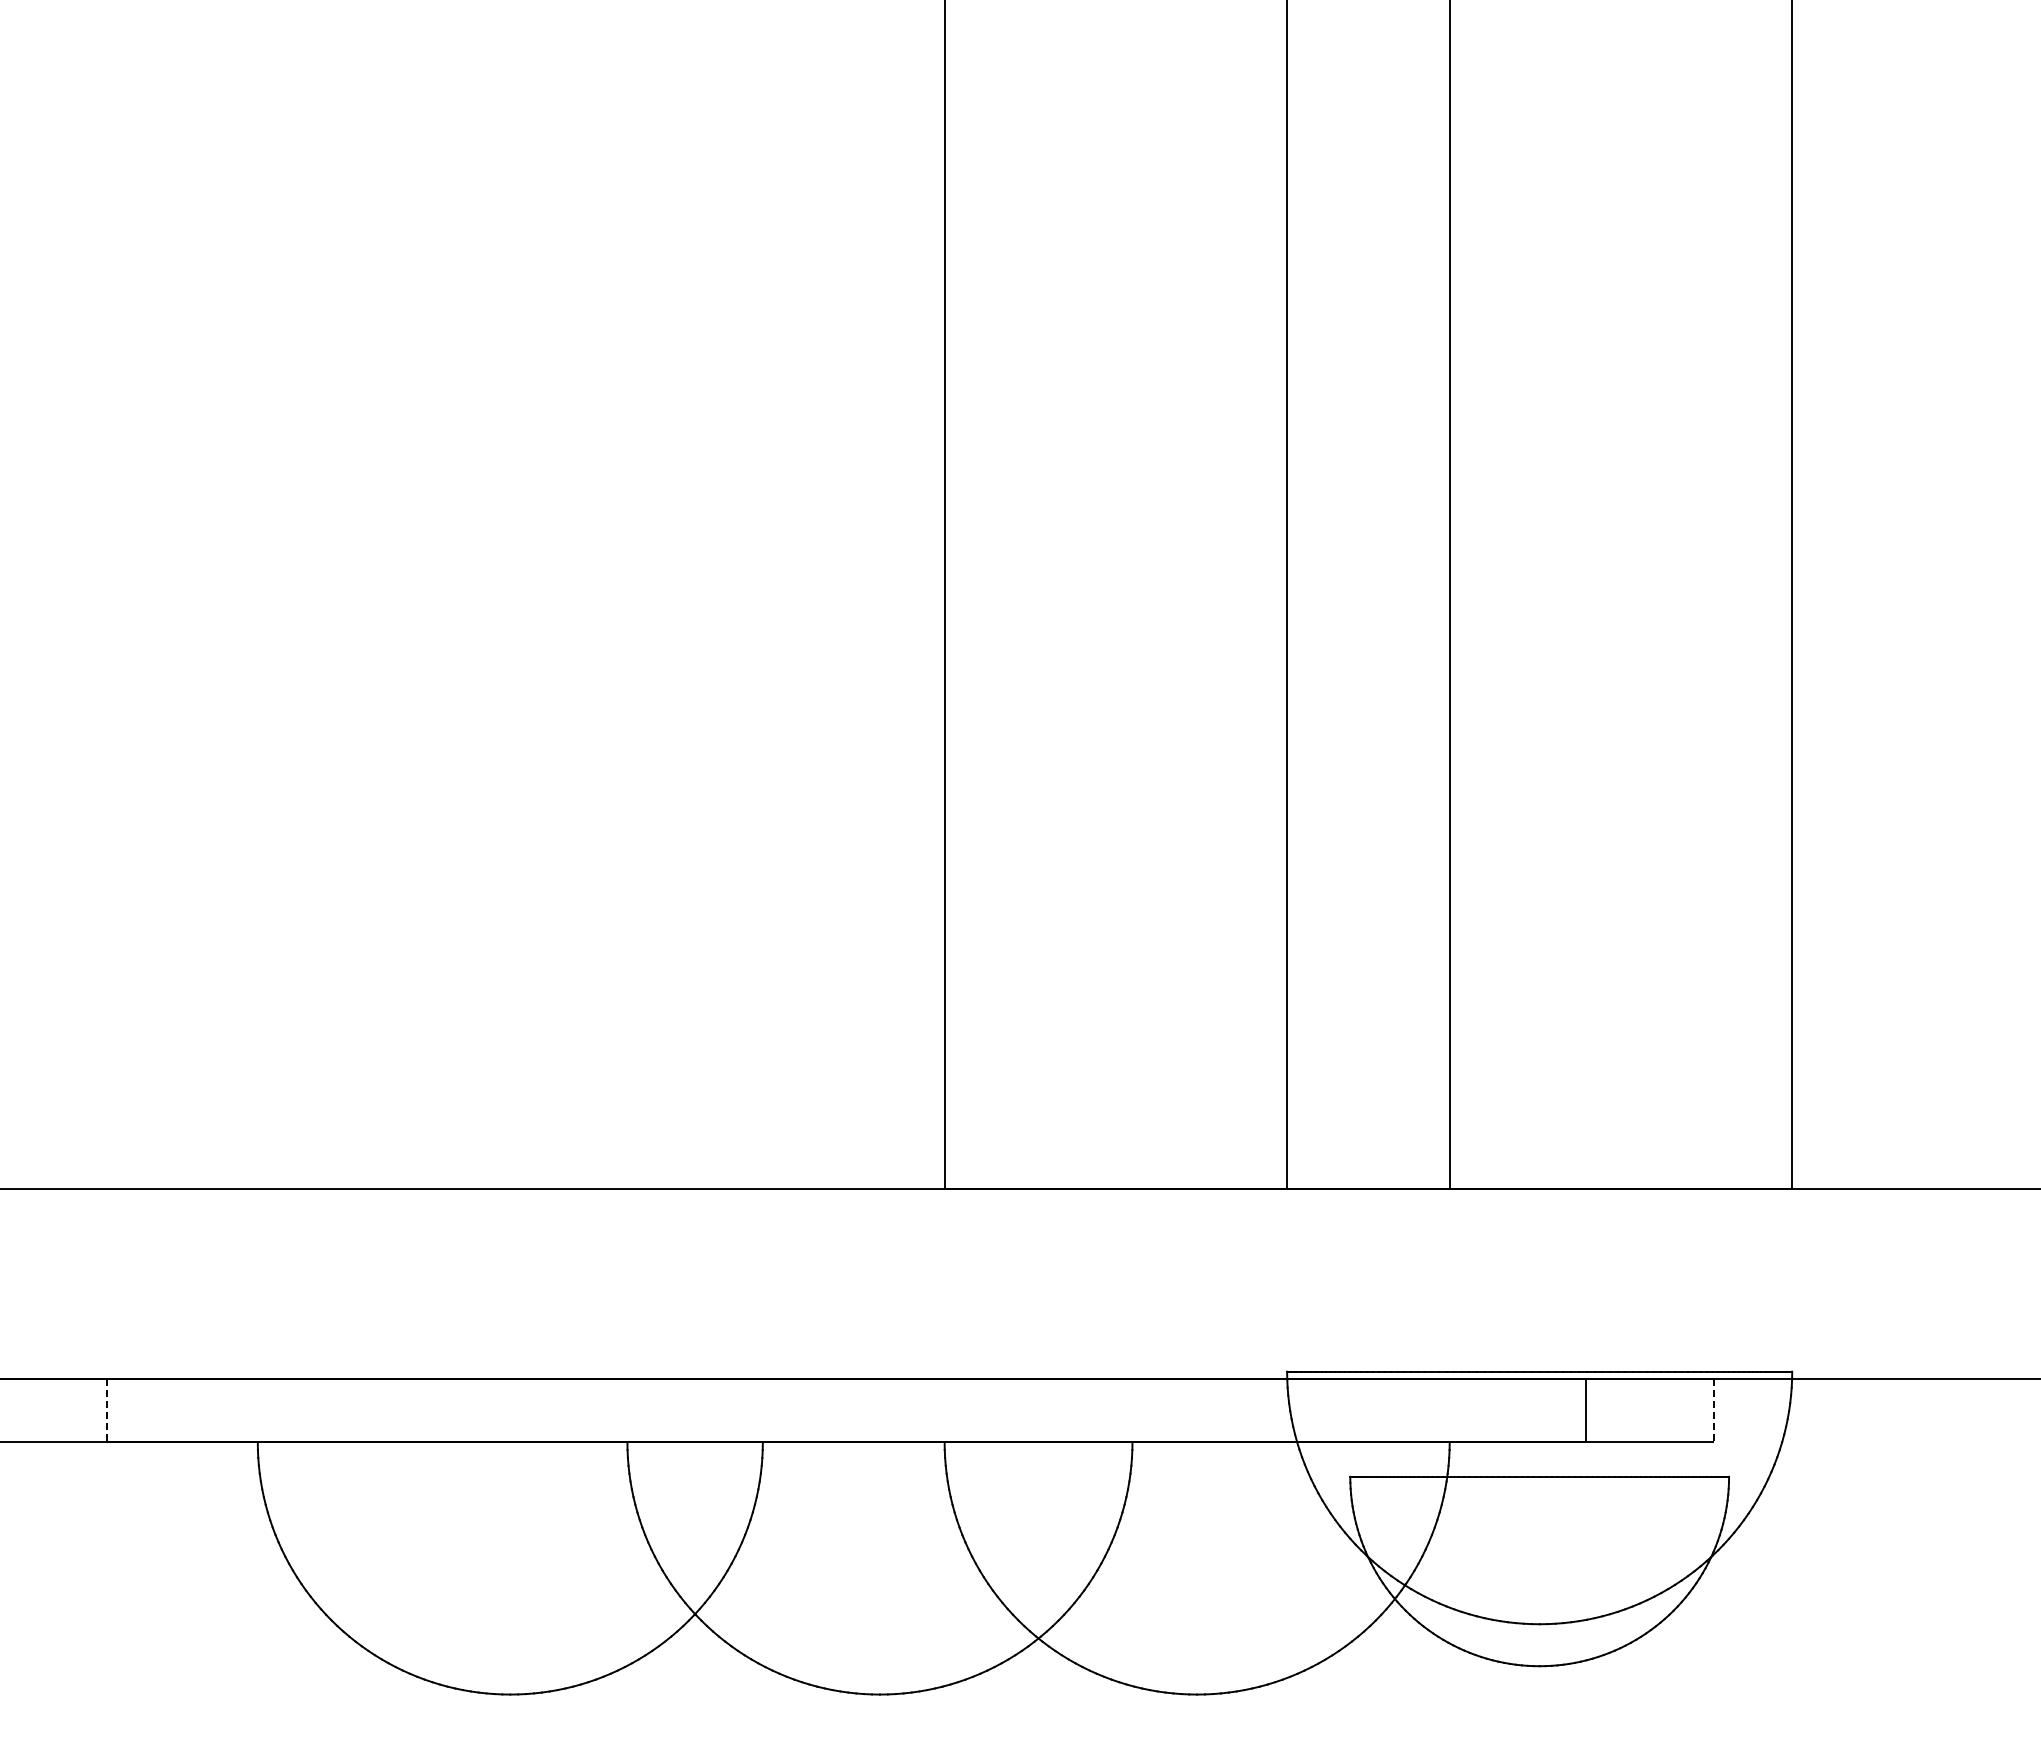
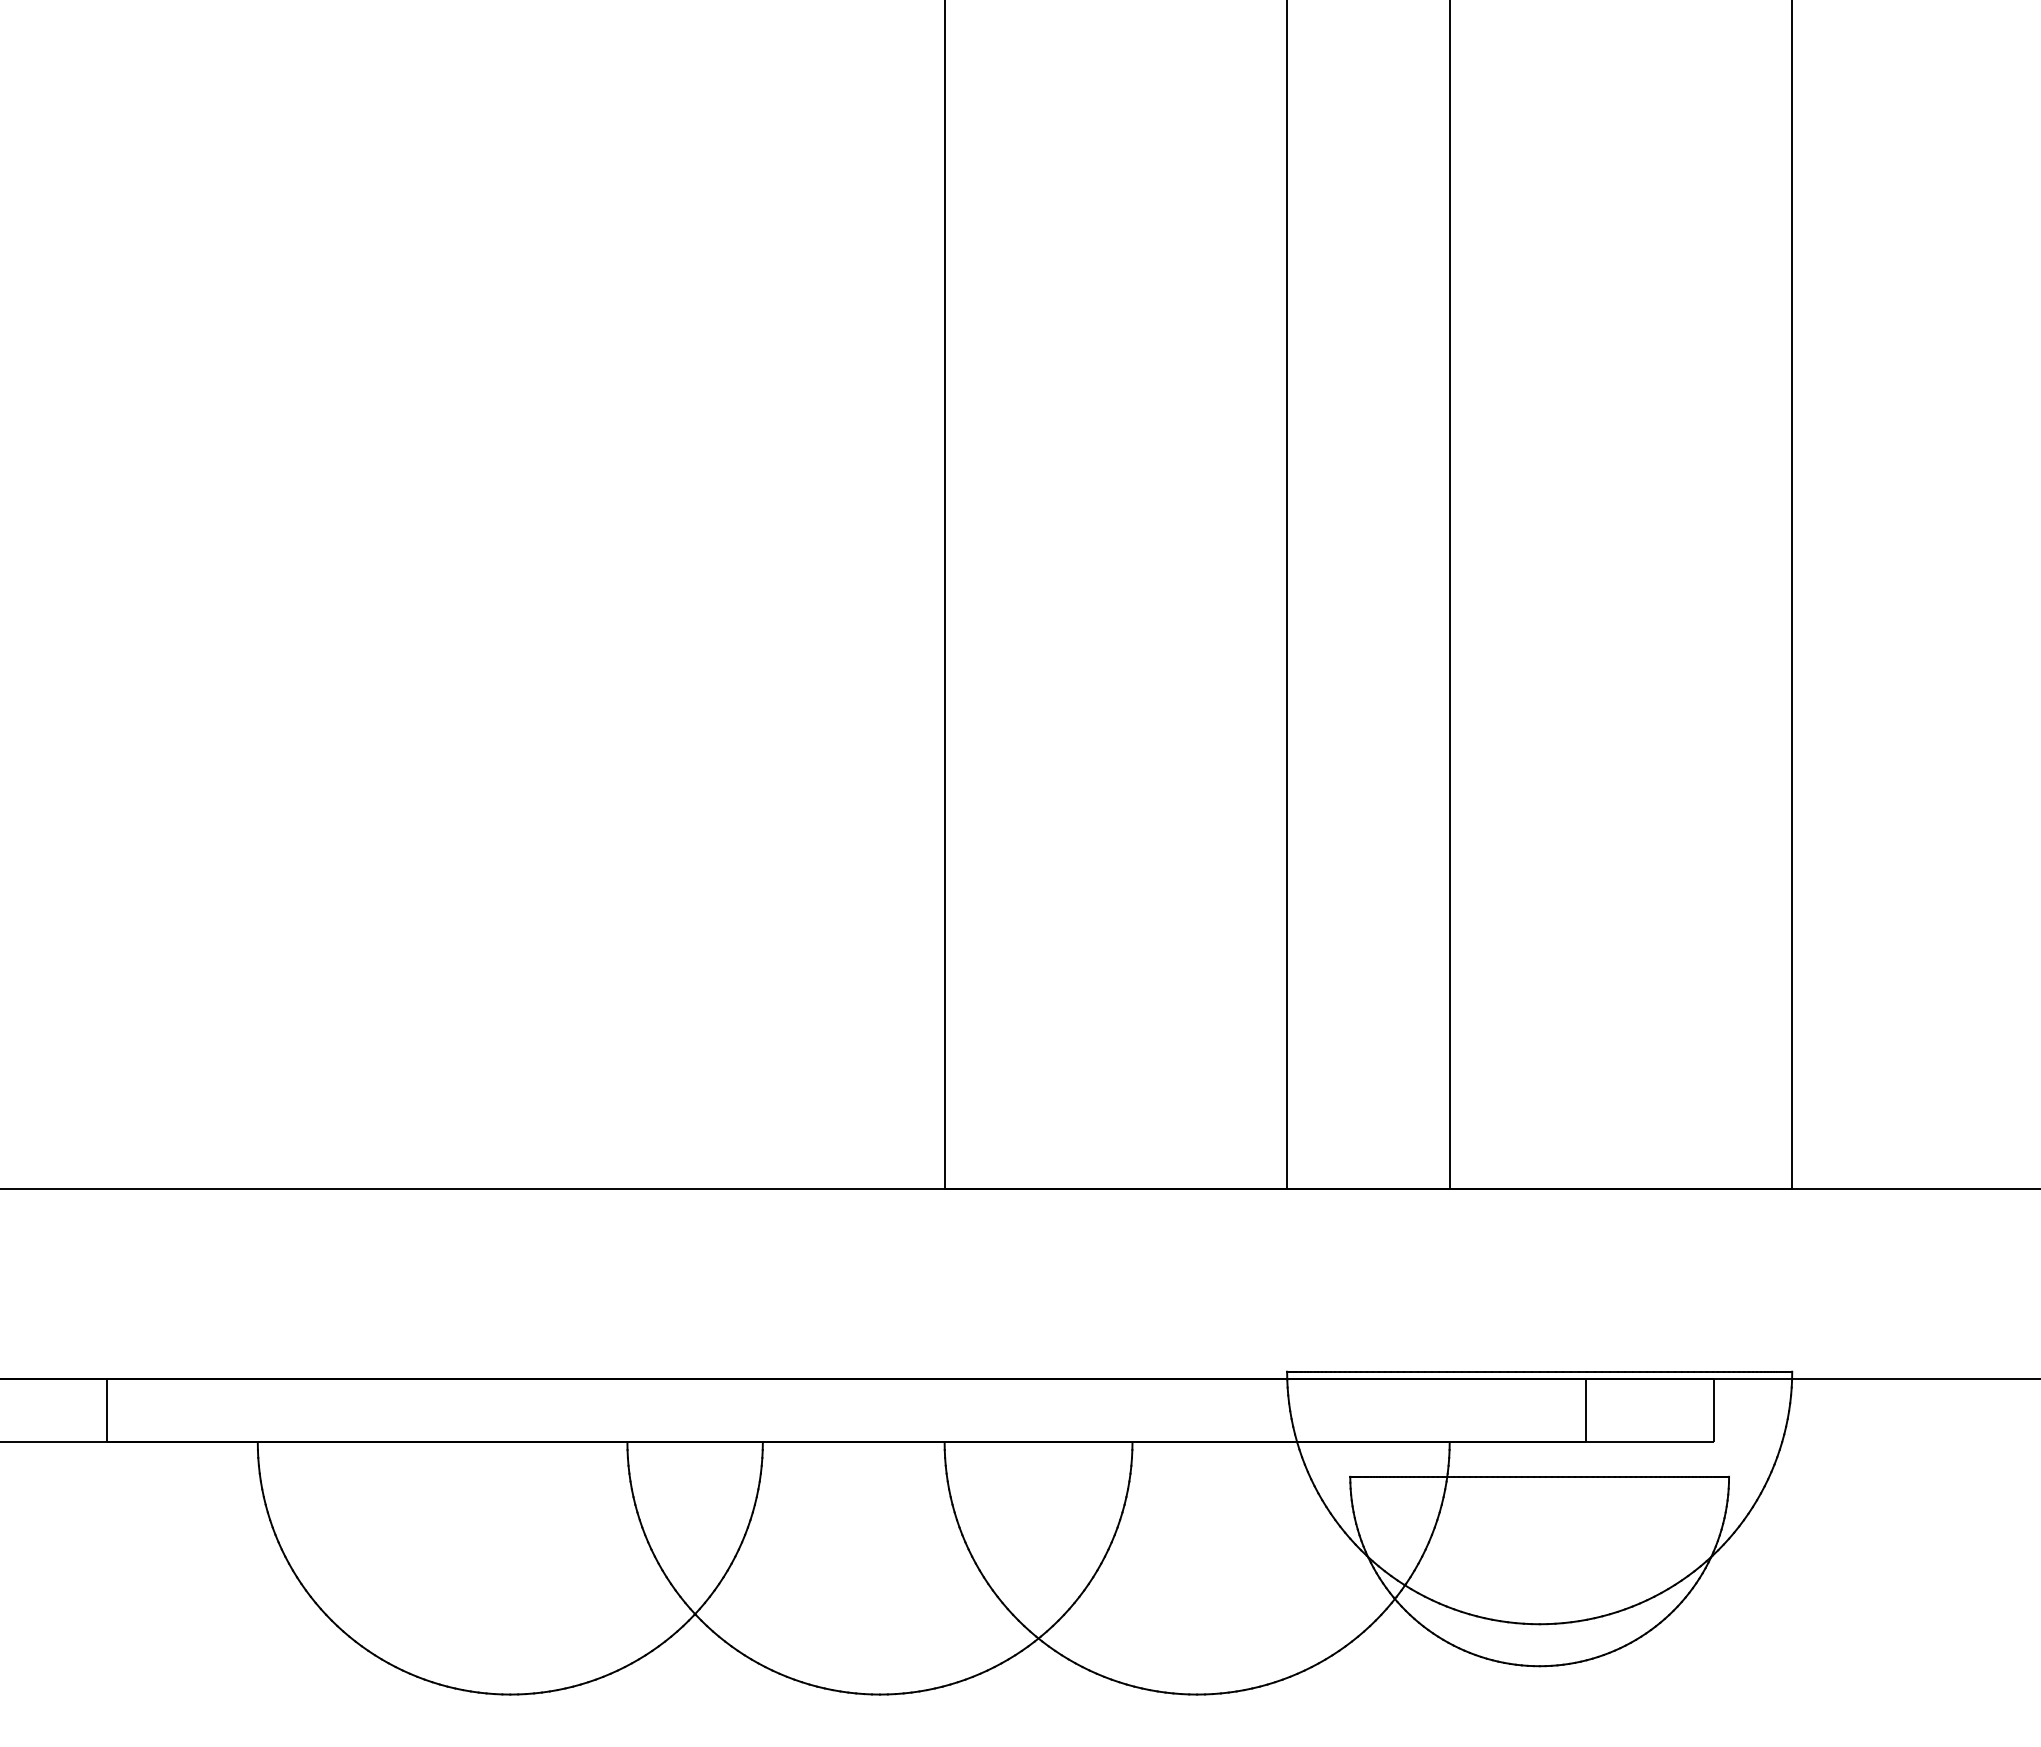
line at (106, 1410): dashed -> solid
line at (1713, 1410): dashed -> solid
